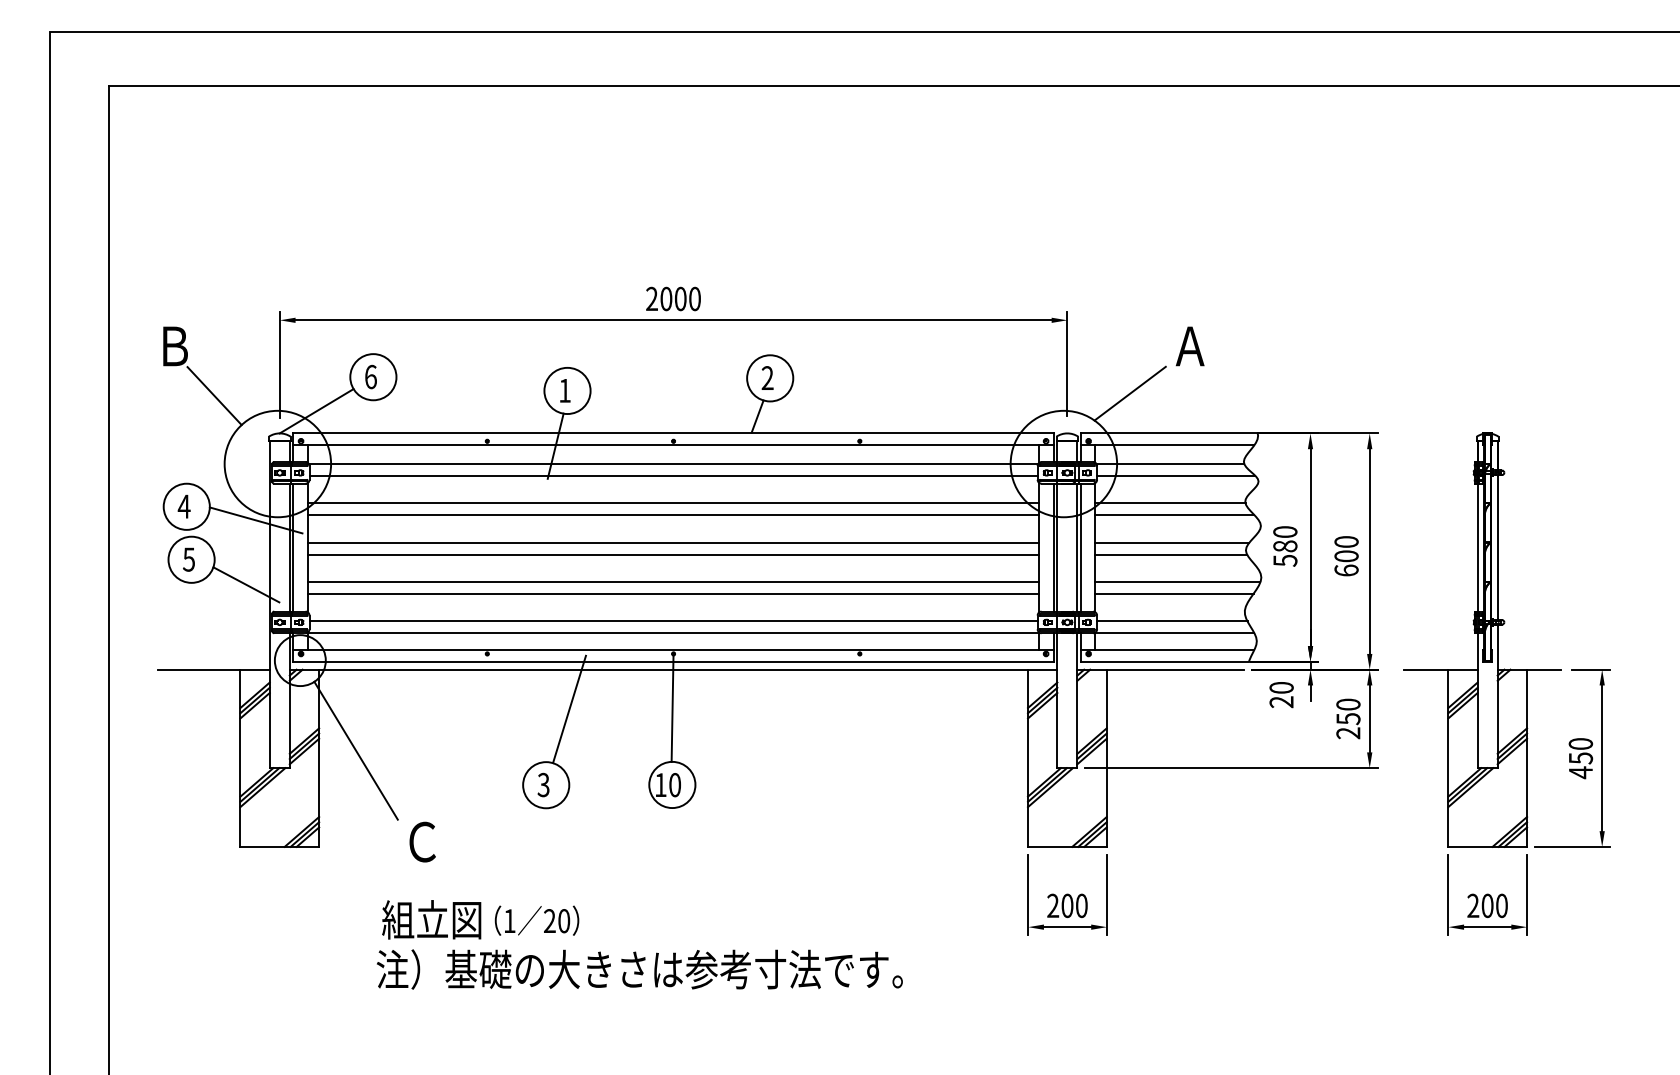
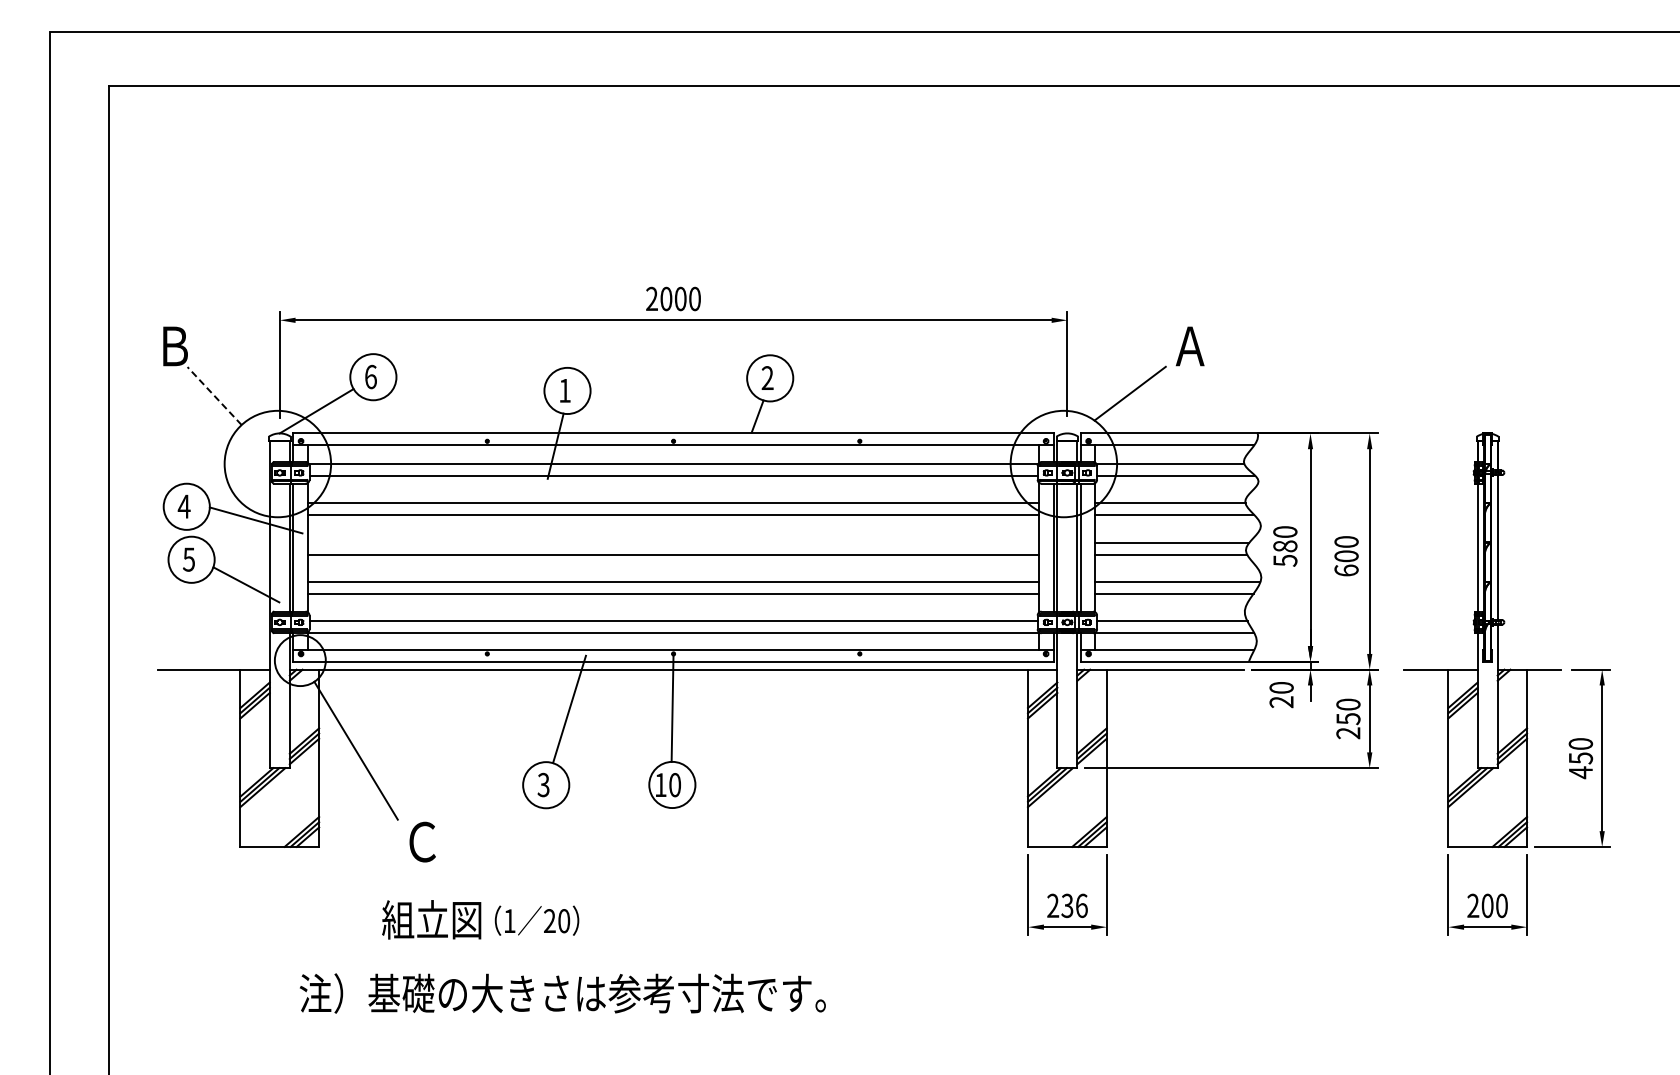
line at (214, 396): solid -> dashed
line at (673, 542): present -> none
text at (1074, 905): 200 -> 236
text at (639, 969) position: (639, 969) -> (562, 993)
